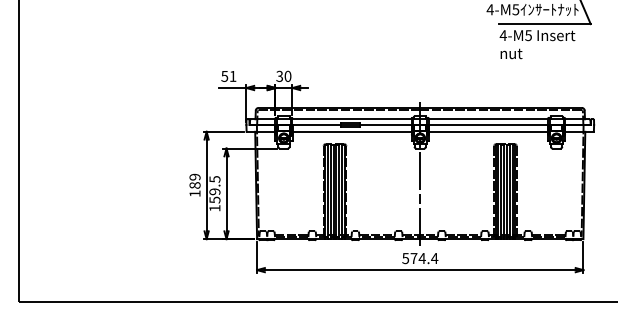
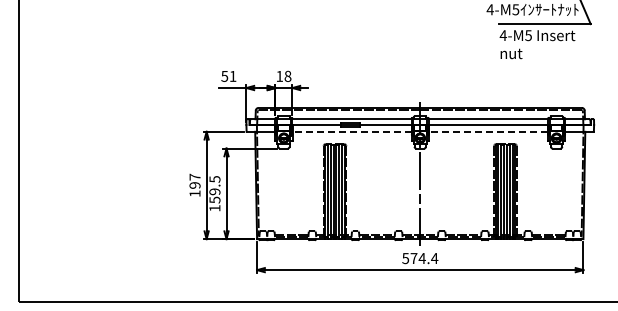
text at (283, 75): 30 -> 18
line at (352, 131): solid -> dashed
line at (488, 131): solid -> dashed
text at (194, 180): 189 -> 197
